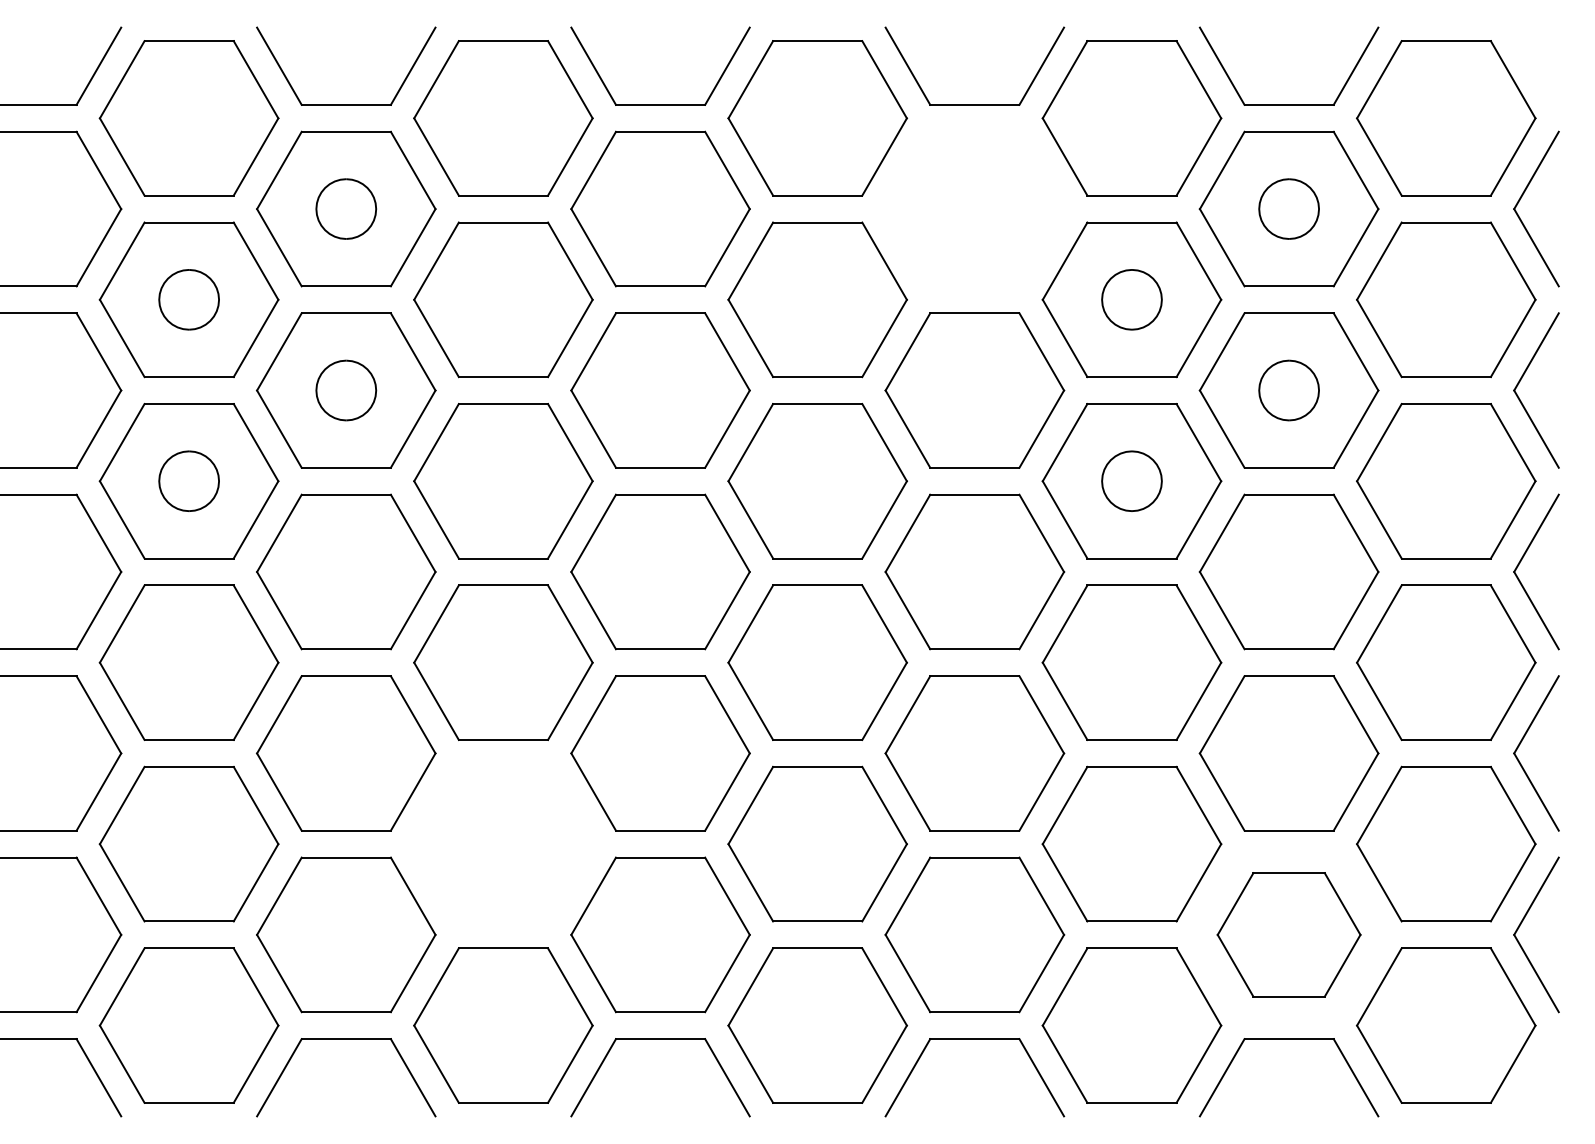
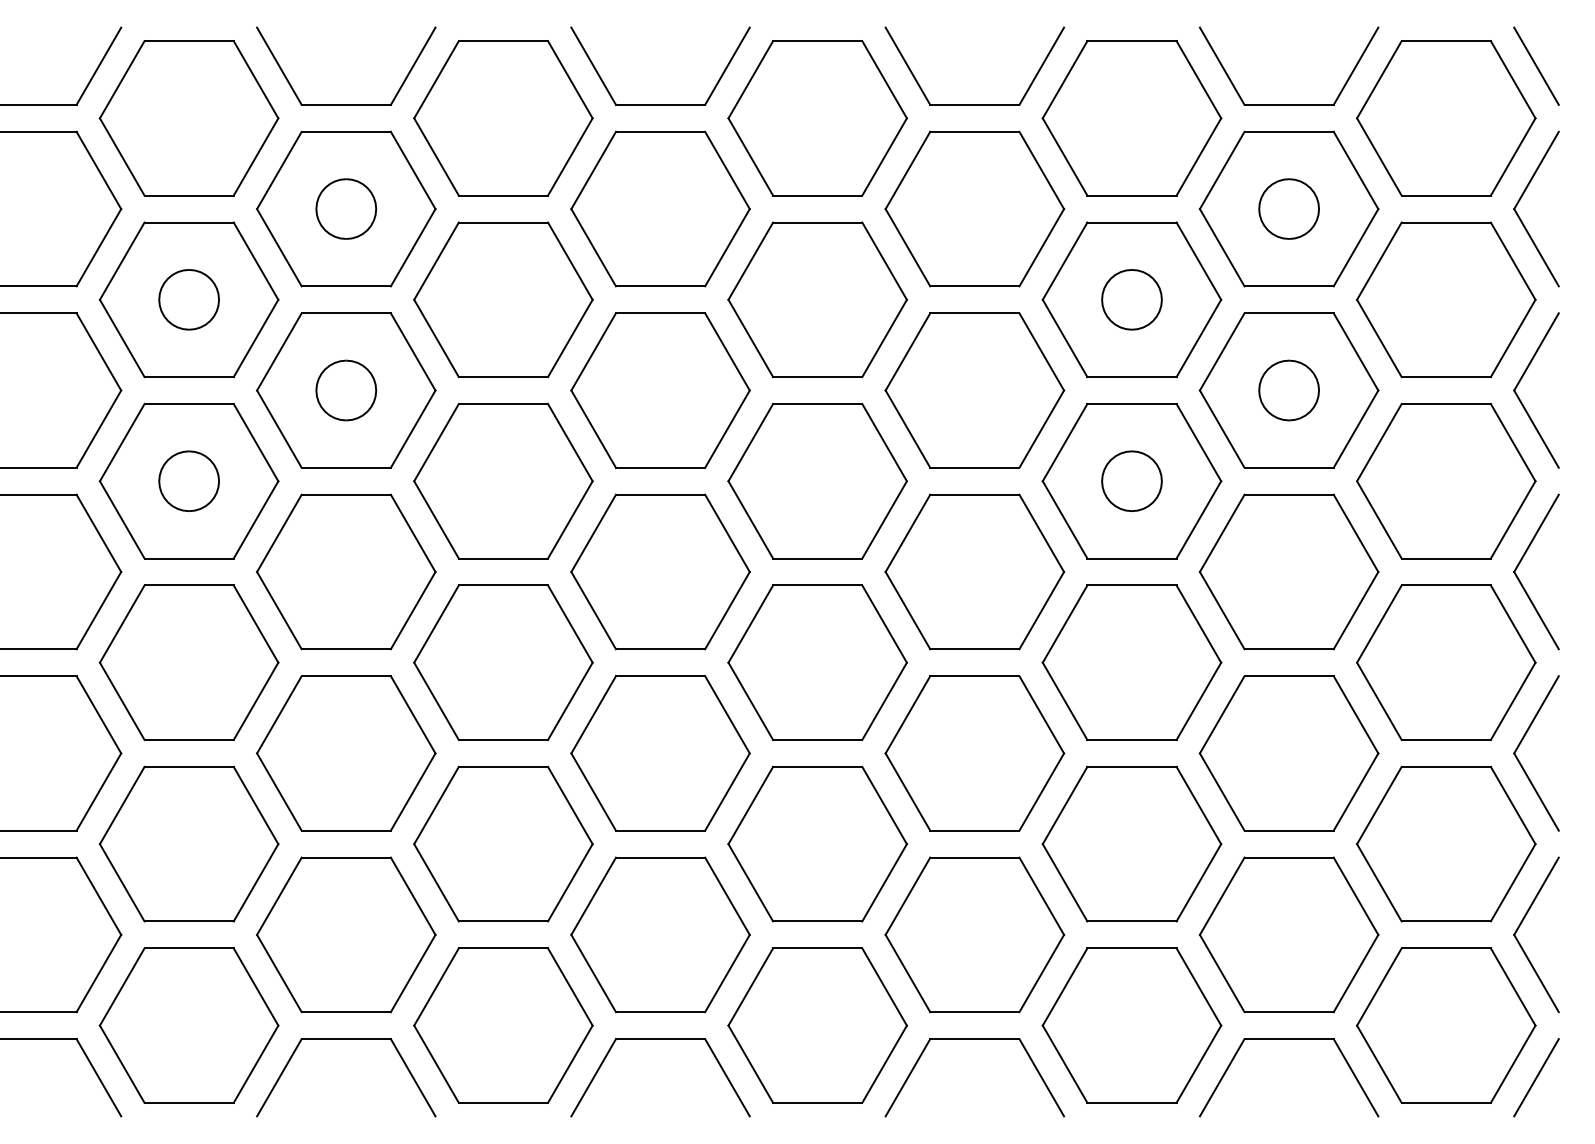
line at (1536, 65): none -> present
part at (974, 208): none -> present
part at (503, 843): none -> present
part at (1288, 934) size: 146x126 px -> 182x158 px
line at (1536, 1077): none -> present
